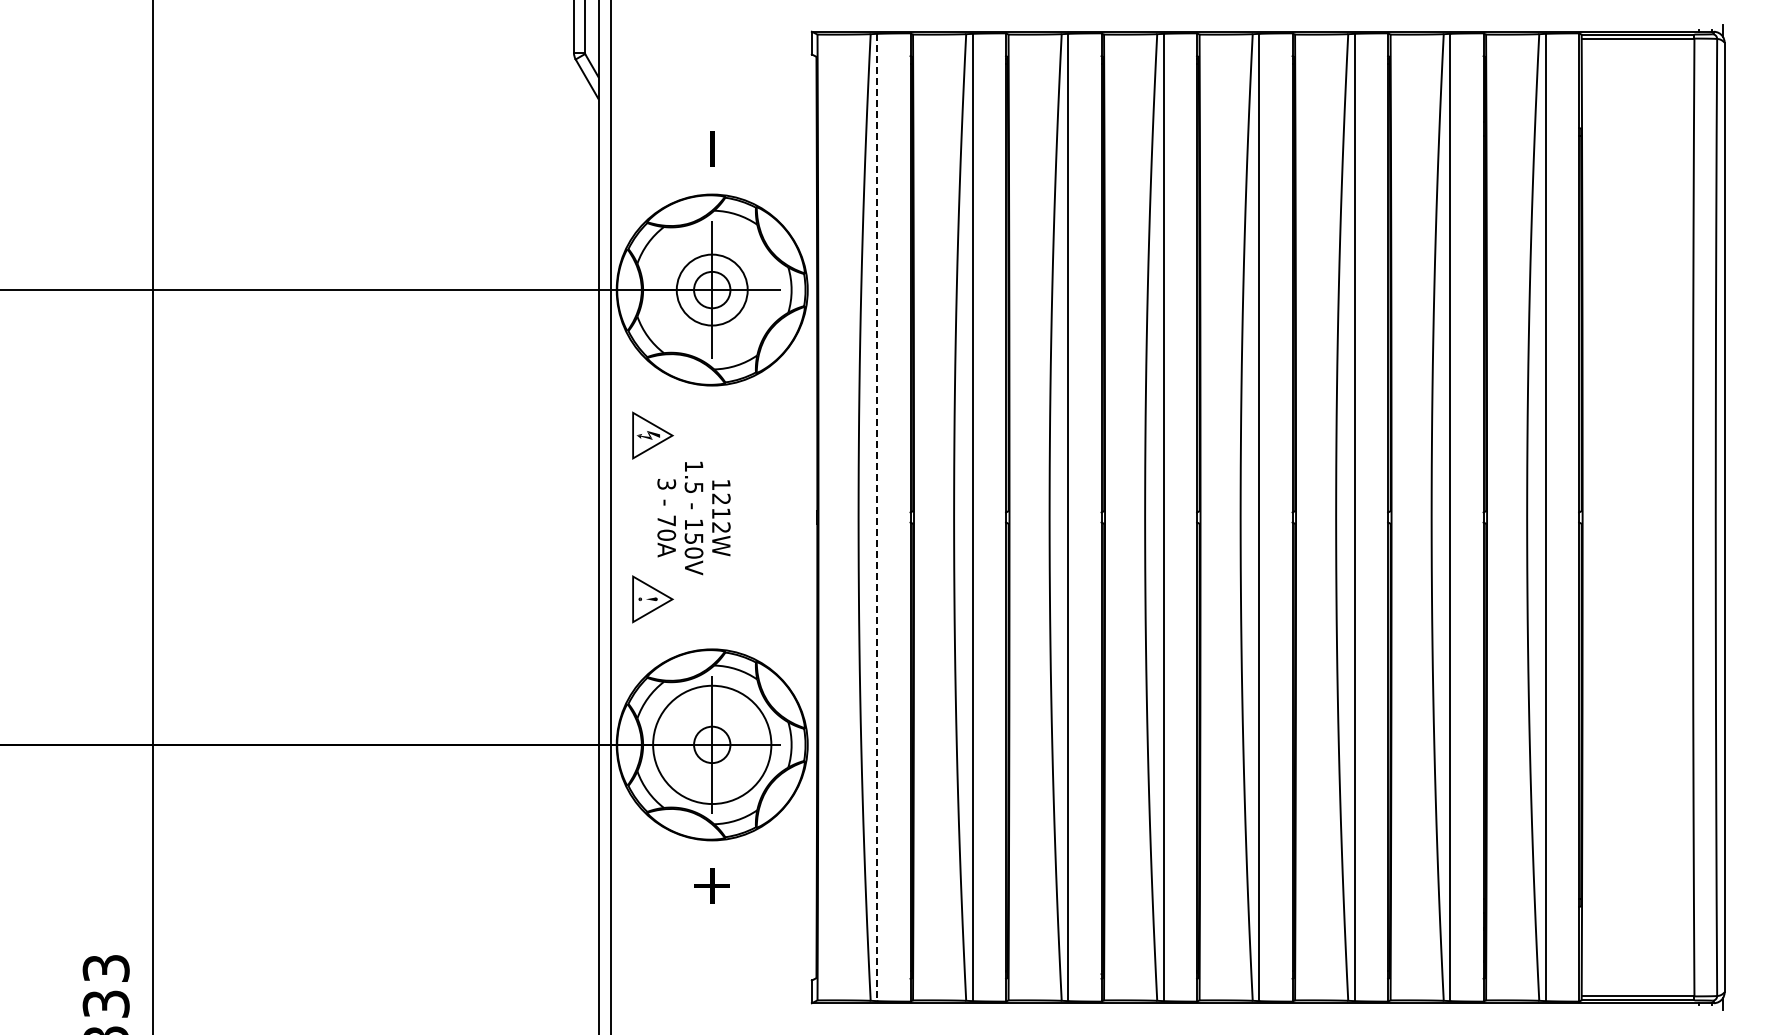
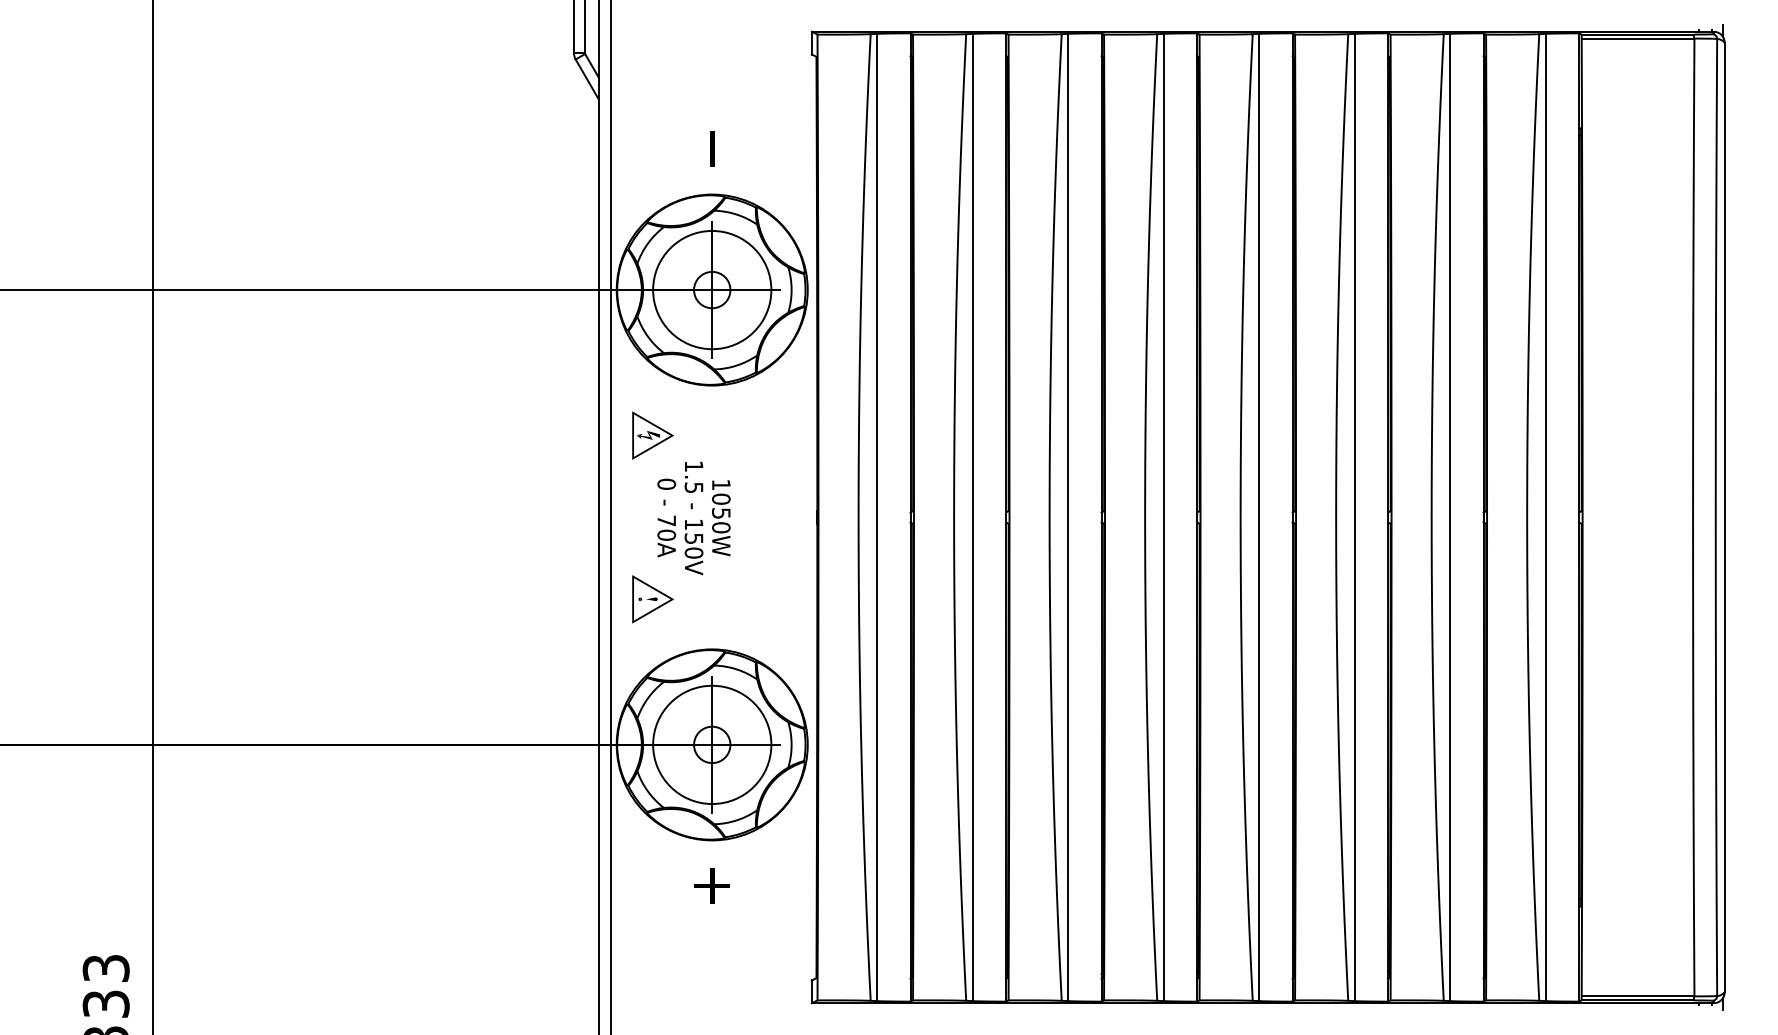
circle at (711, 289) diameter: 71 px -> 118 px
text at (666, 483): 3 -> 0
text at (721, 513): 1212W -> 1050W
line at (877, 517): dashed -> solid
